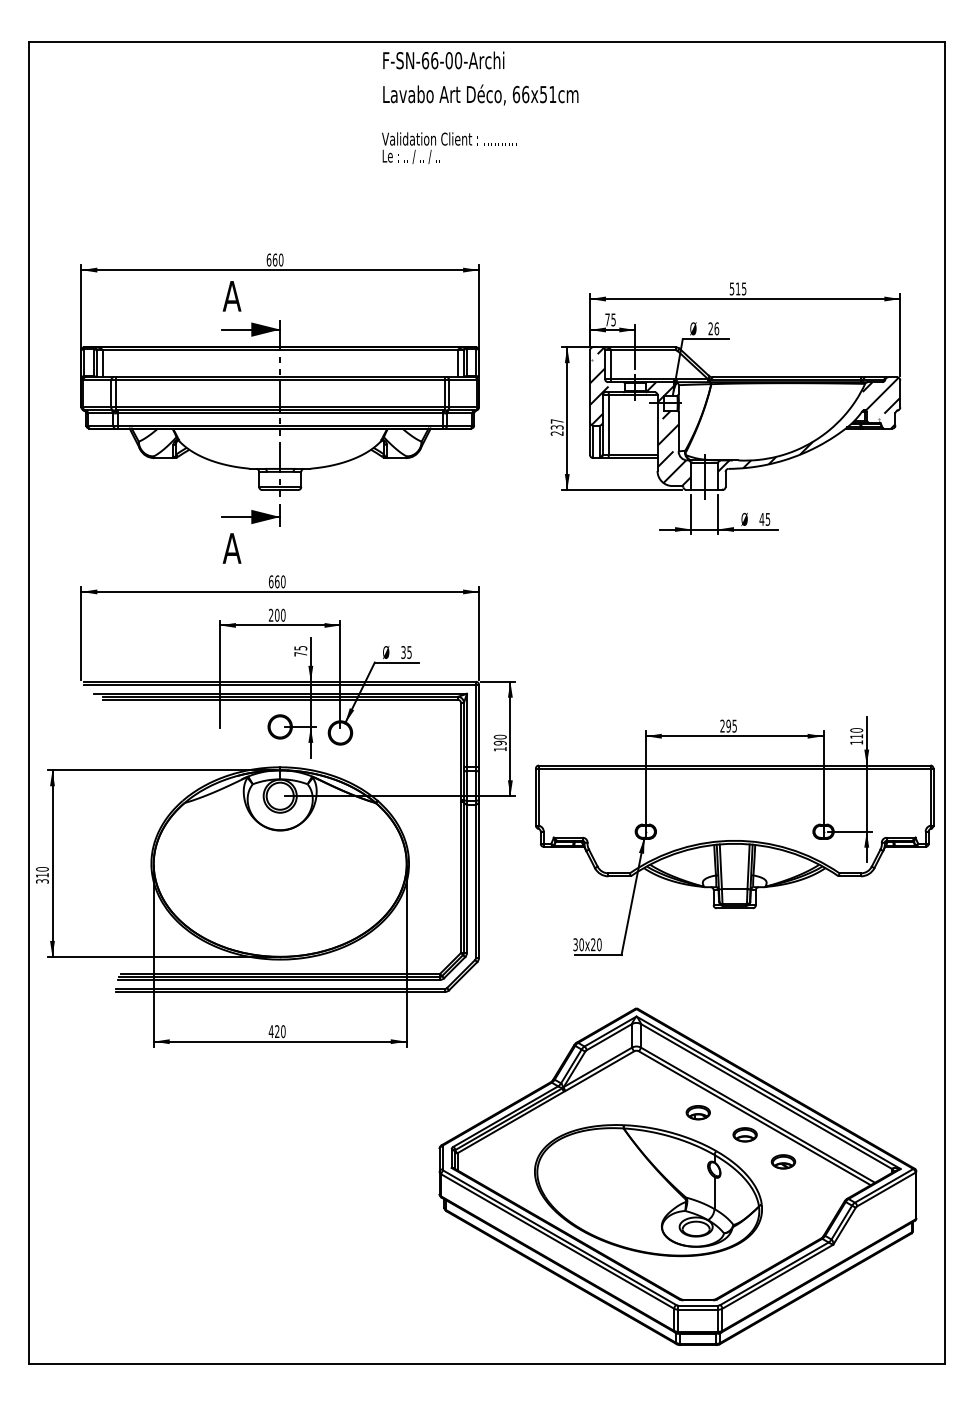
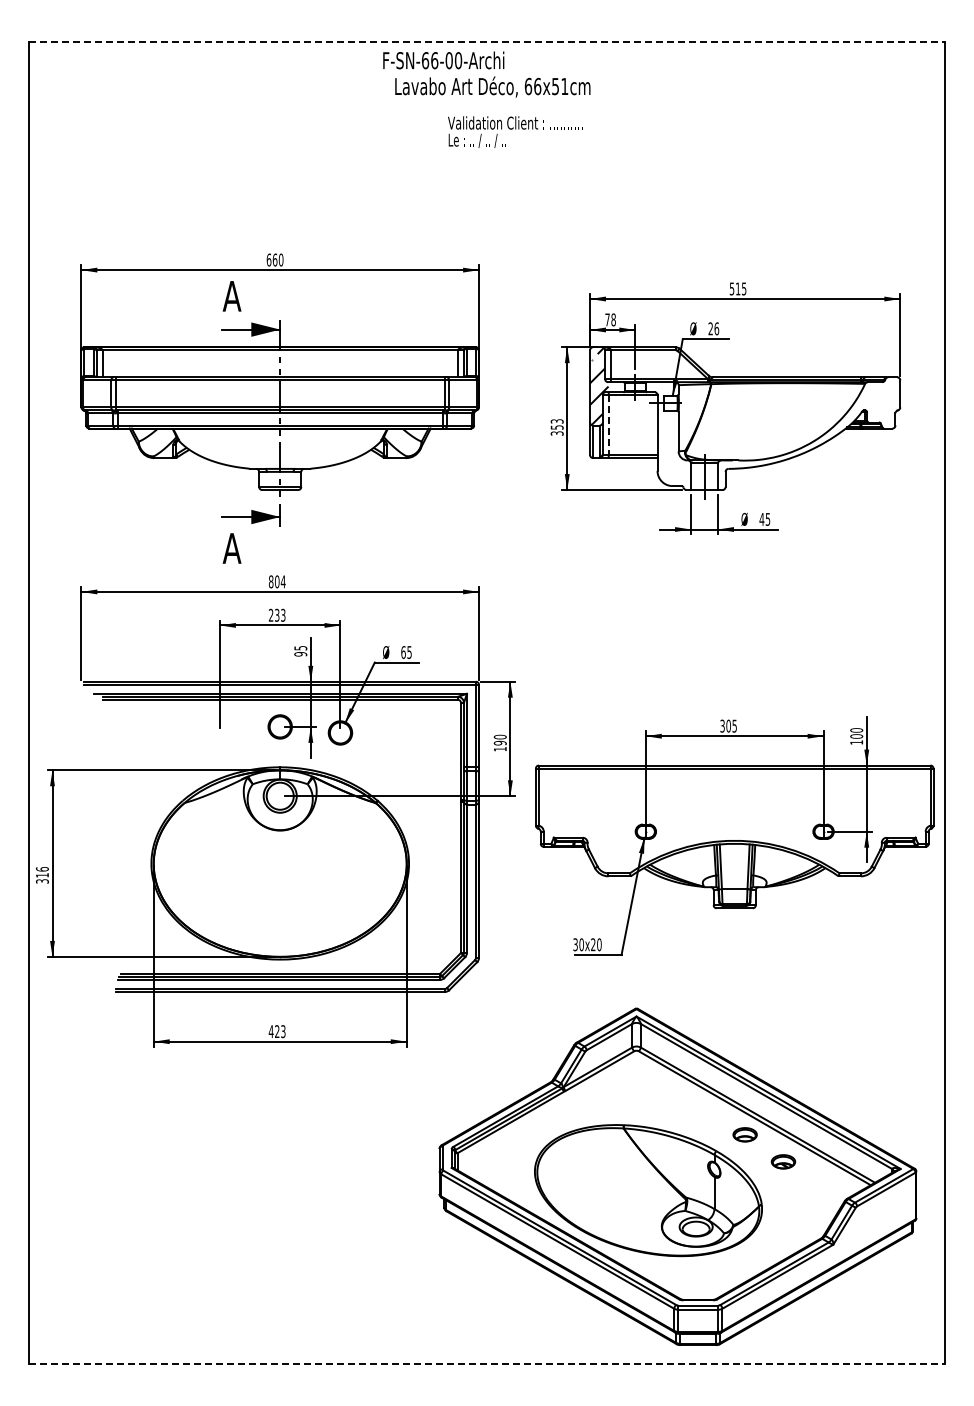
line at (487, 42): solid -> dashed
text at (480, 94) position: (480, 94) -> (492, 86)
text at (449, 147) position: (449, 147) -> (515, 131)
text at (613, 319): 75 -> 78
line at (608, 425): solid -> dashed
text at (556, 427): 237 -> 353
hatch at (809, 433): present -> none
hatch at (668, 434): present -> none
text at (276, 581): 660 -> 804
text at (279, 614): 200 -> 233
text at (403, 652): 35 -> 65
text at (300, 654): 75 -> 95
text at (725, 726): 295 -> 305
text at (856, 736): 110 -> 100
text at (42, 869): 310 -> 316
text at (283, 1031): 420 -> 423
part at (697, 1112): present -> none
line at (487, 1363): solid -> dashed
